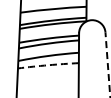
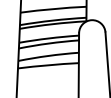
line at (107, 64): dashed -> solid
arc at (48, 65): dashed -> solid
